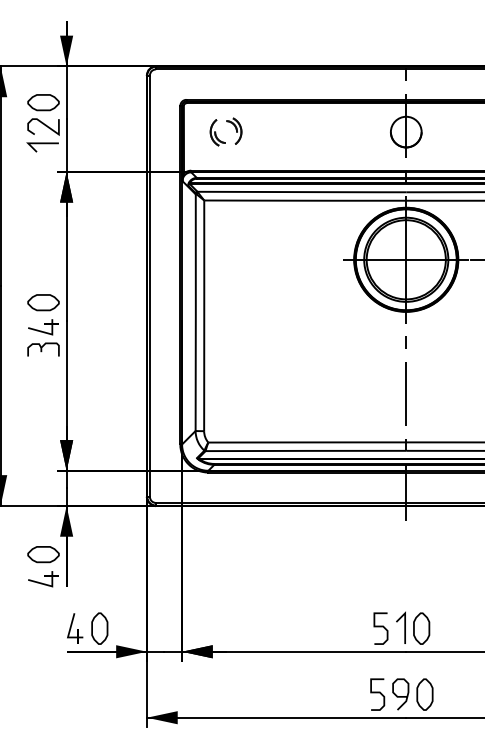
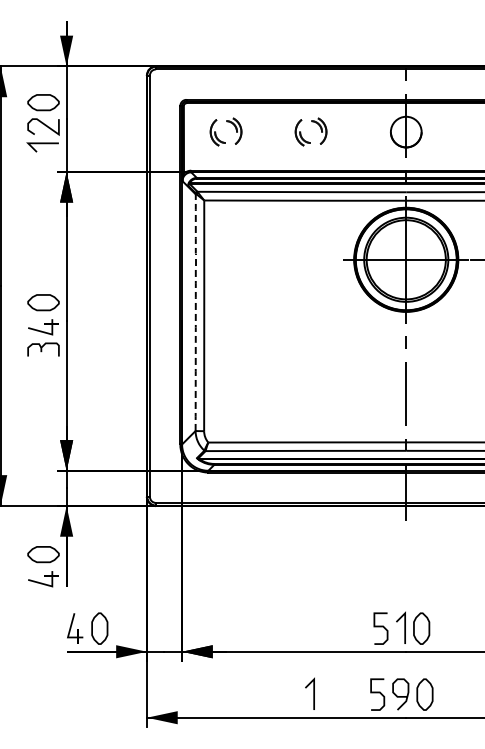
part at (301, 132): none -> present
arc at (195, 312): solid -> dashed
line at (313, 693): none -> present
